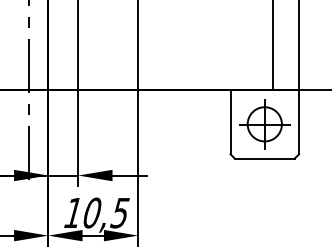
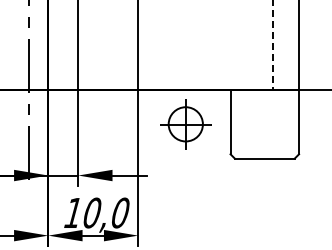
line at (273, 45): solid -> dashed
part at (264, 124) position: (264, 124) -> (185, 124)
text at (119, 212): 10,5 -> 10,0
